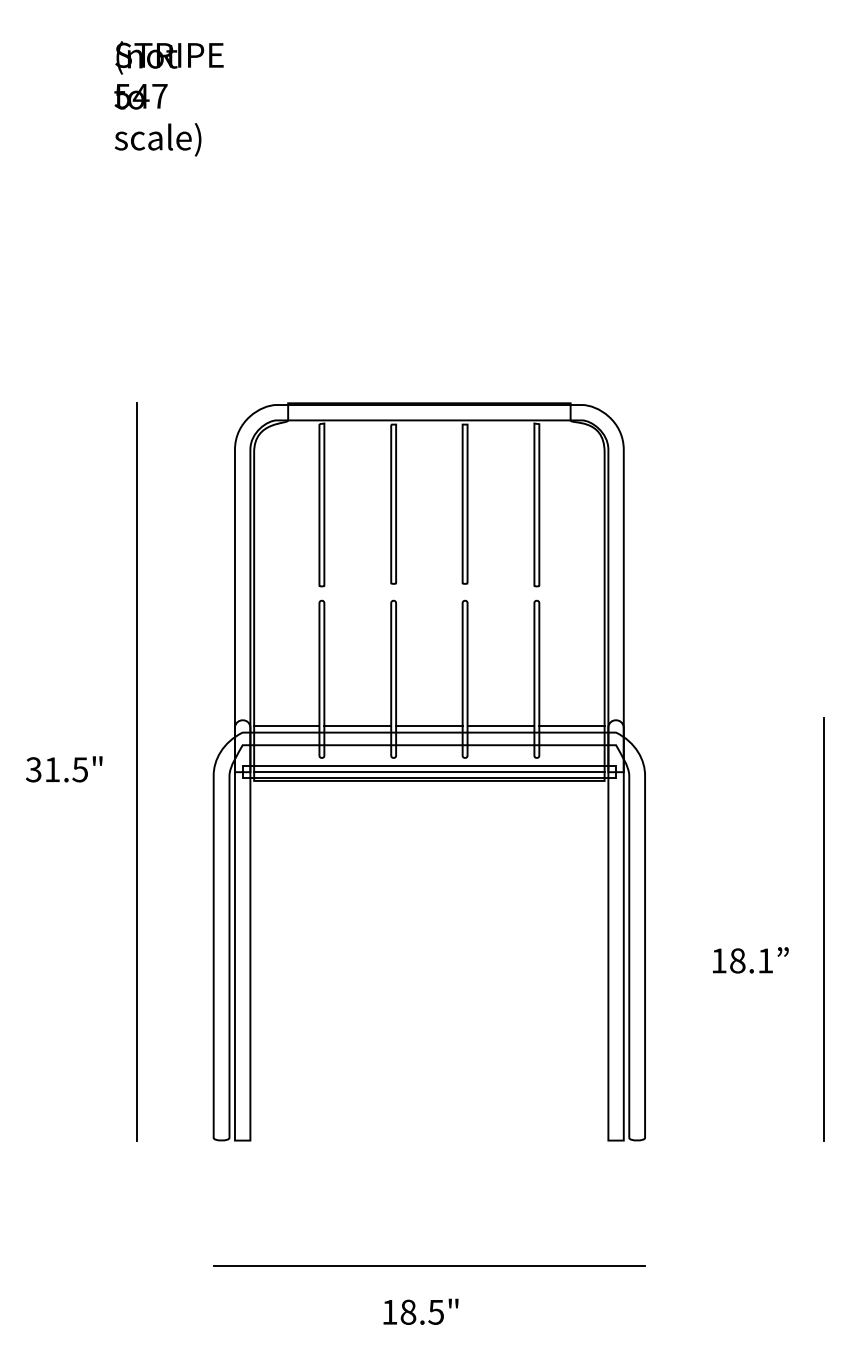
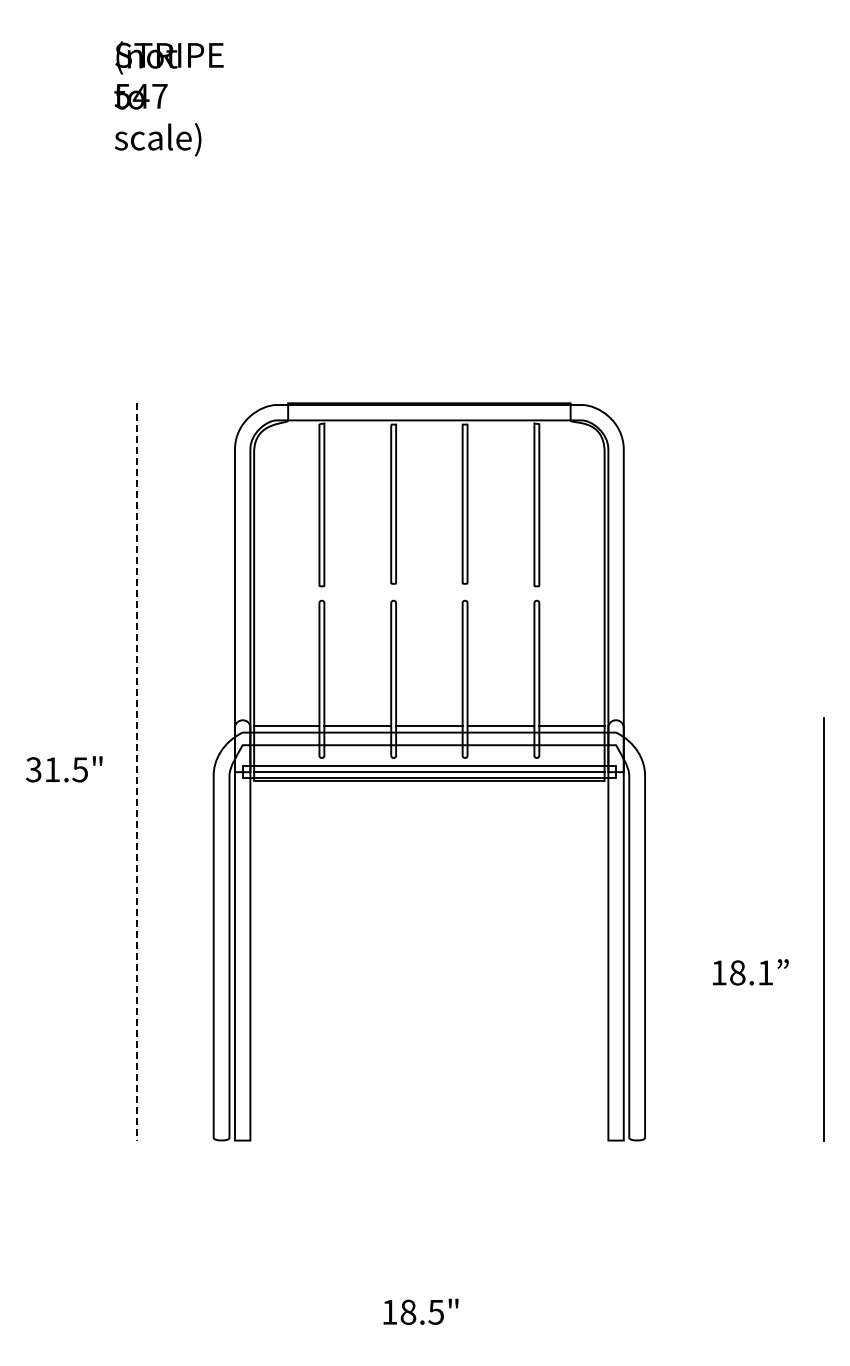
line at (136, 771): solid -> dashed
text at (750, 960) position: (750, 960) -> (750, 972)
line at (429, 1266): present -> none
